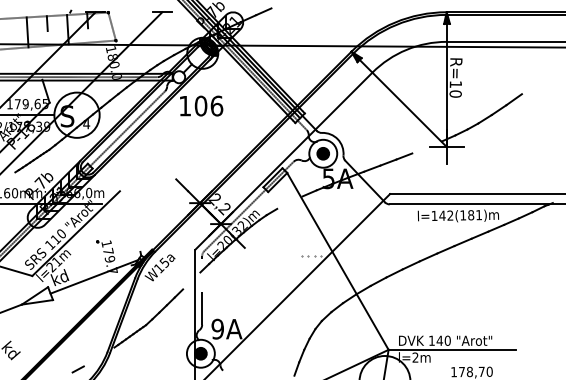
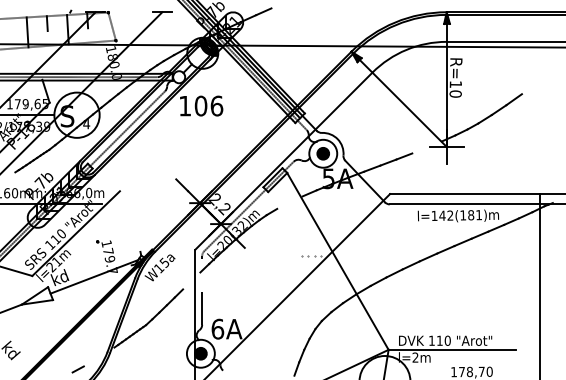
line at (540, 285): none -> present
text at (217, 328): 9A -> 6A
text at (439, 340): 140 -> 110
